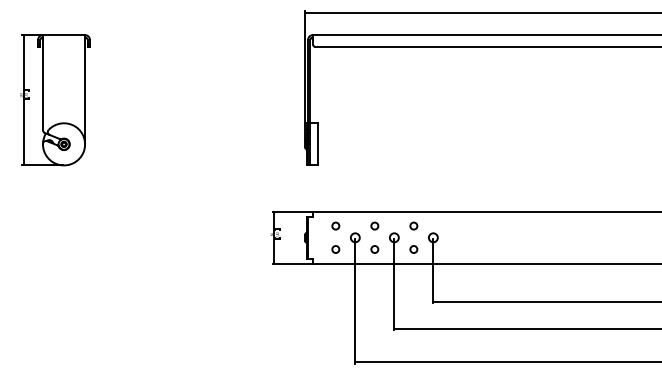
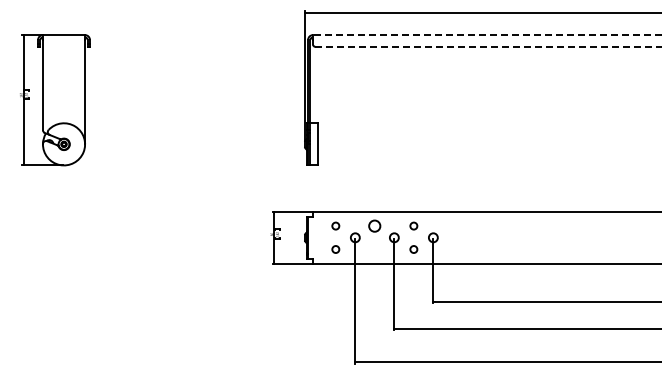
line at (486, 35): solid -> dashed
line at (488, 46): solid -> dashed
circle at (374, 225) size: 10x10 px -> 14x14 px
circle at (374, 249): present -> none
